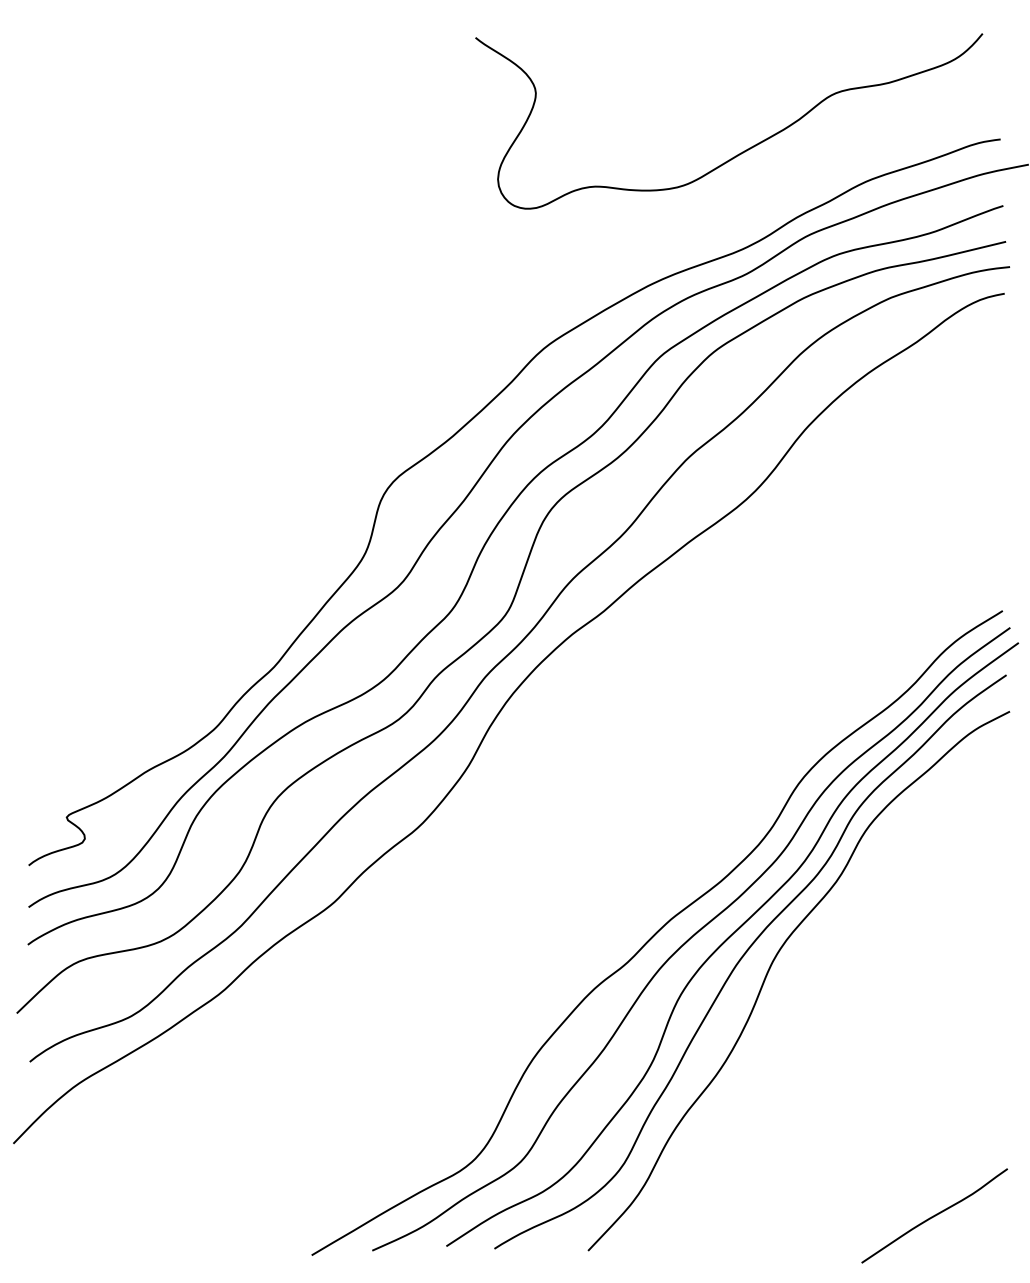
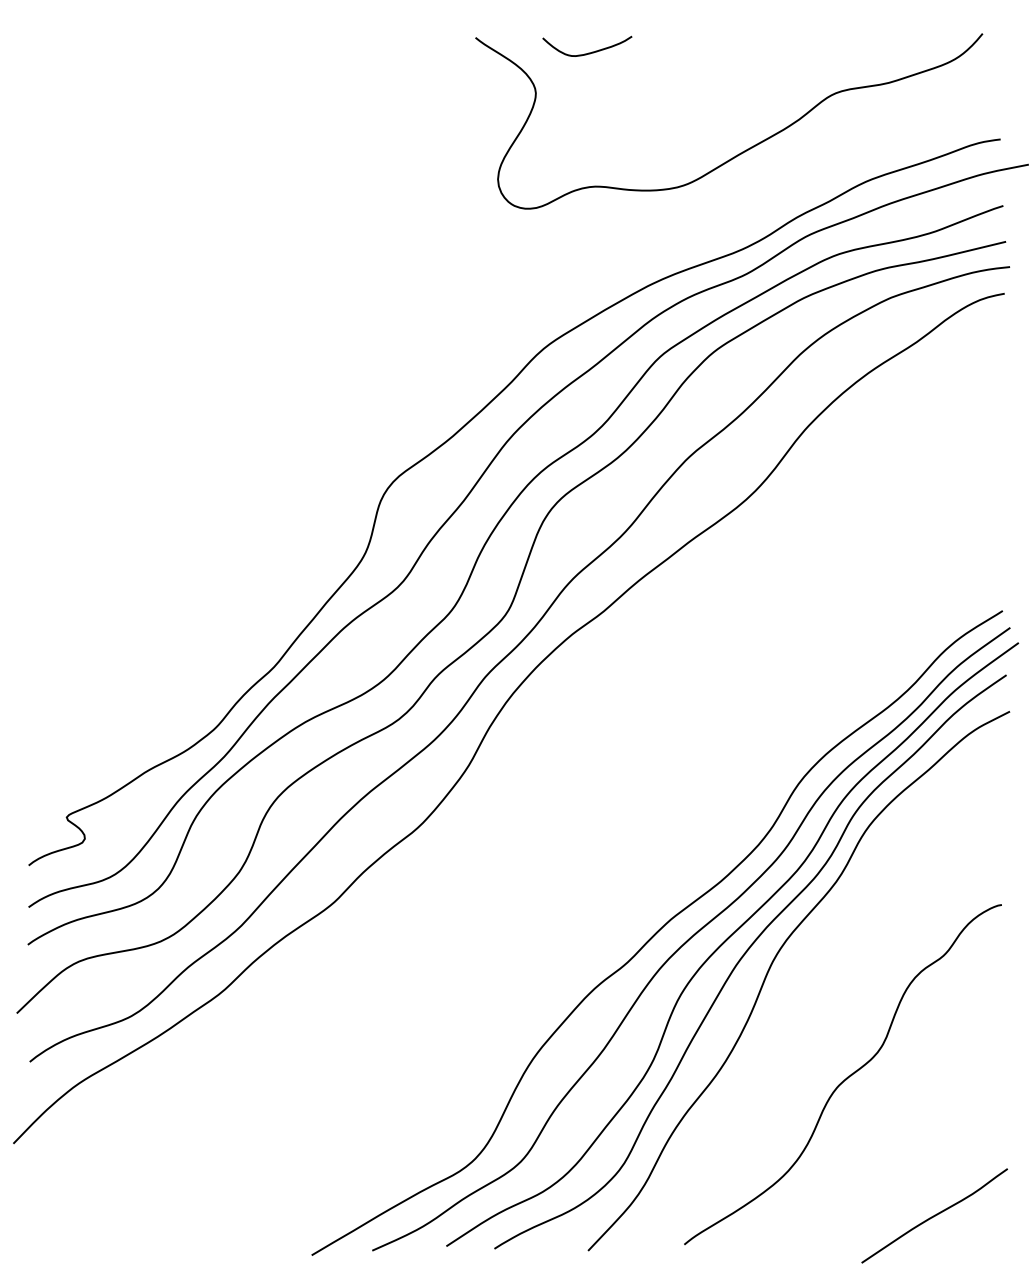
curve at (588, 52): none -> present
curve at (846, 1077): none -> present
